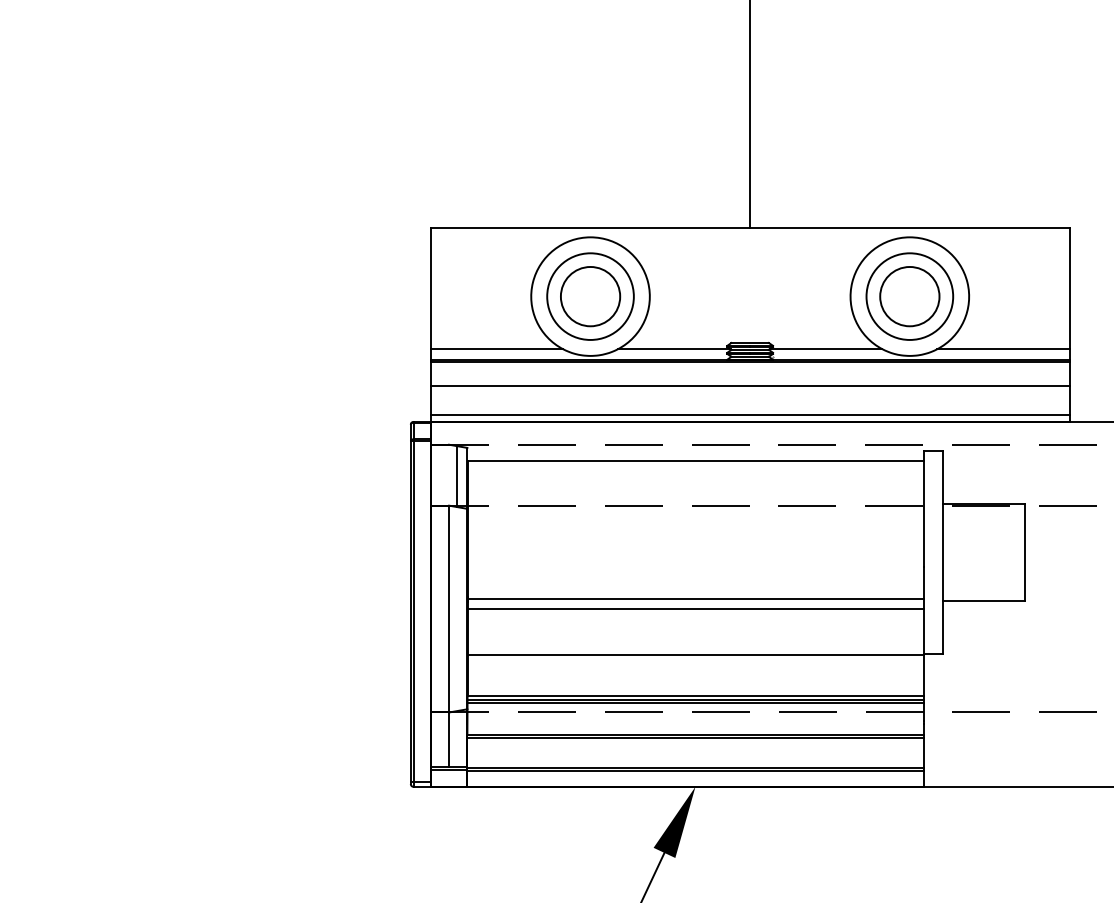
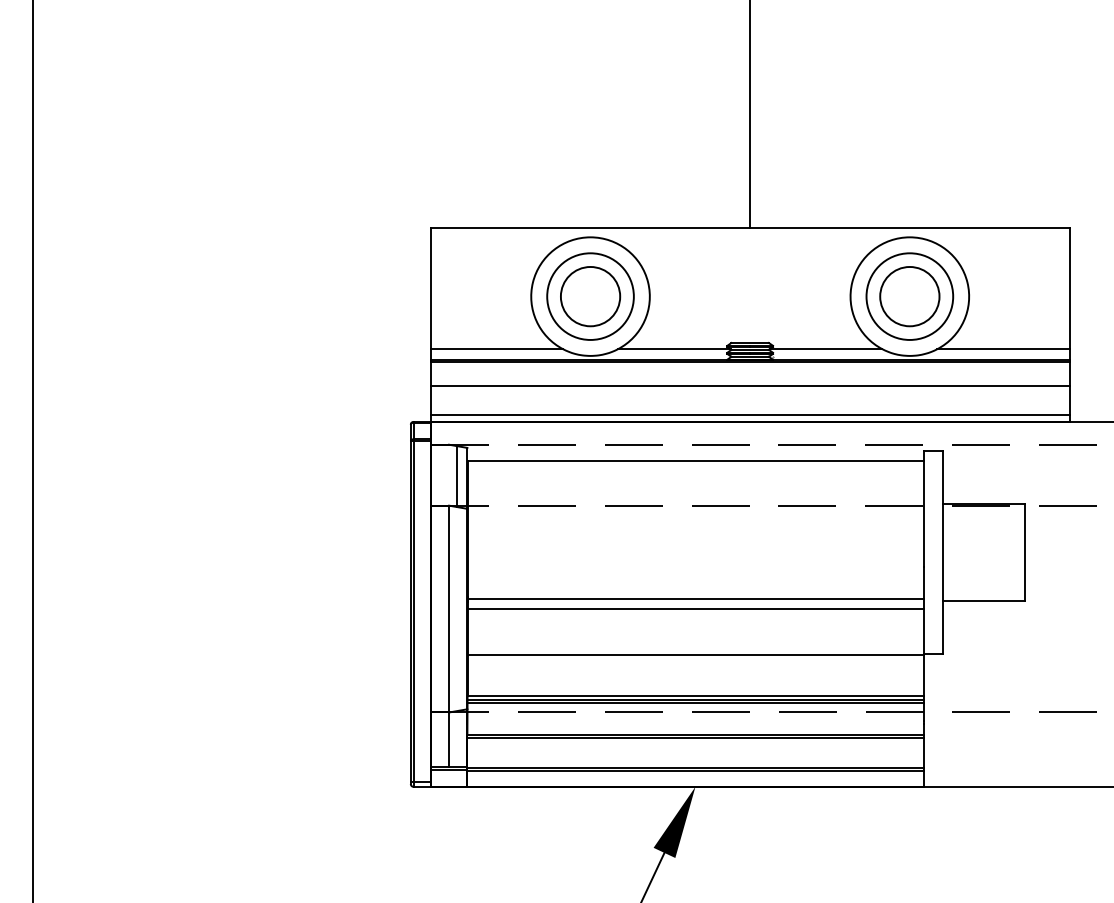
line at (33, 450): none -> present
